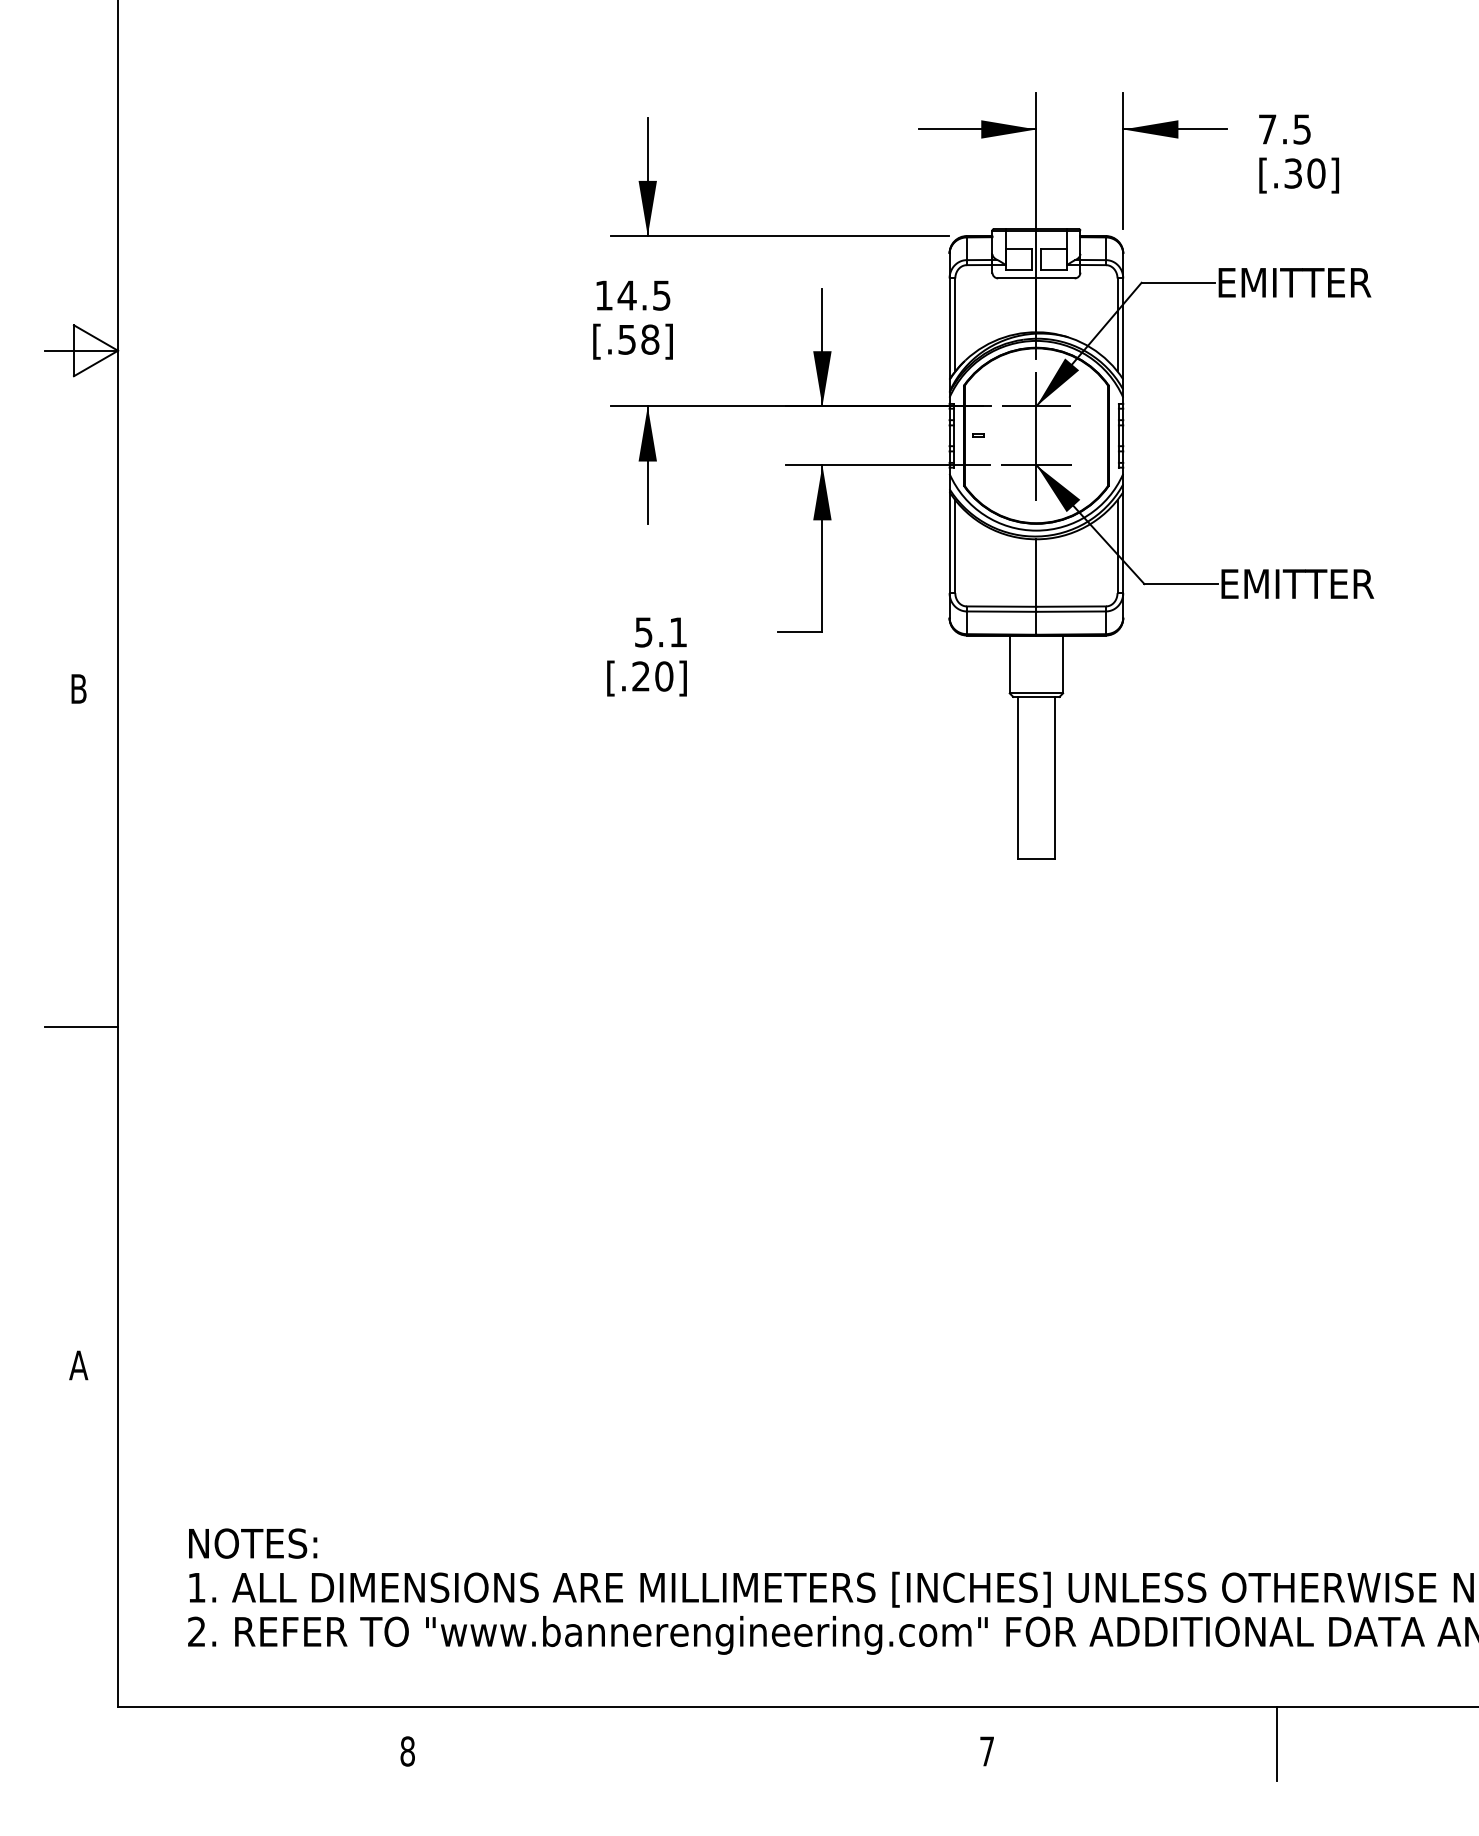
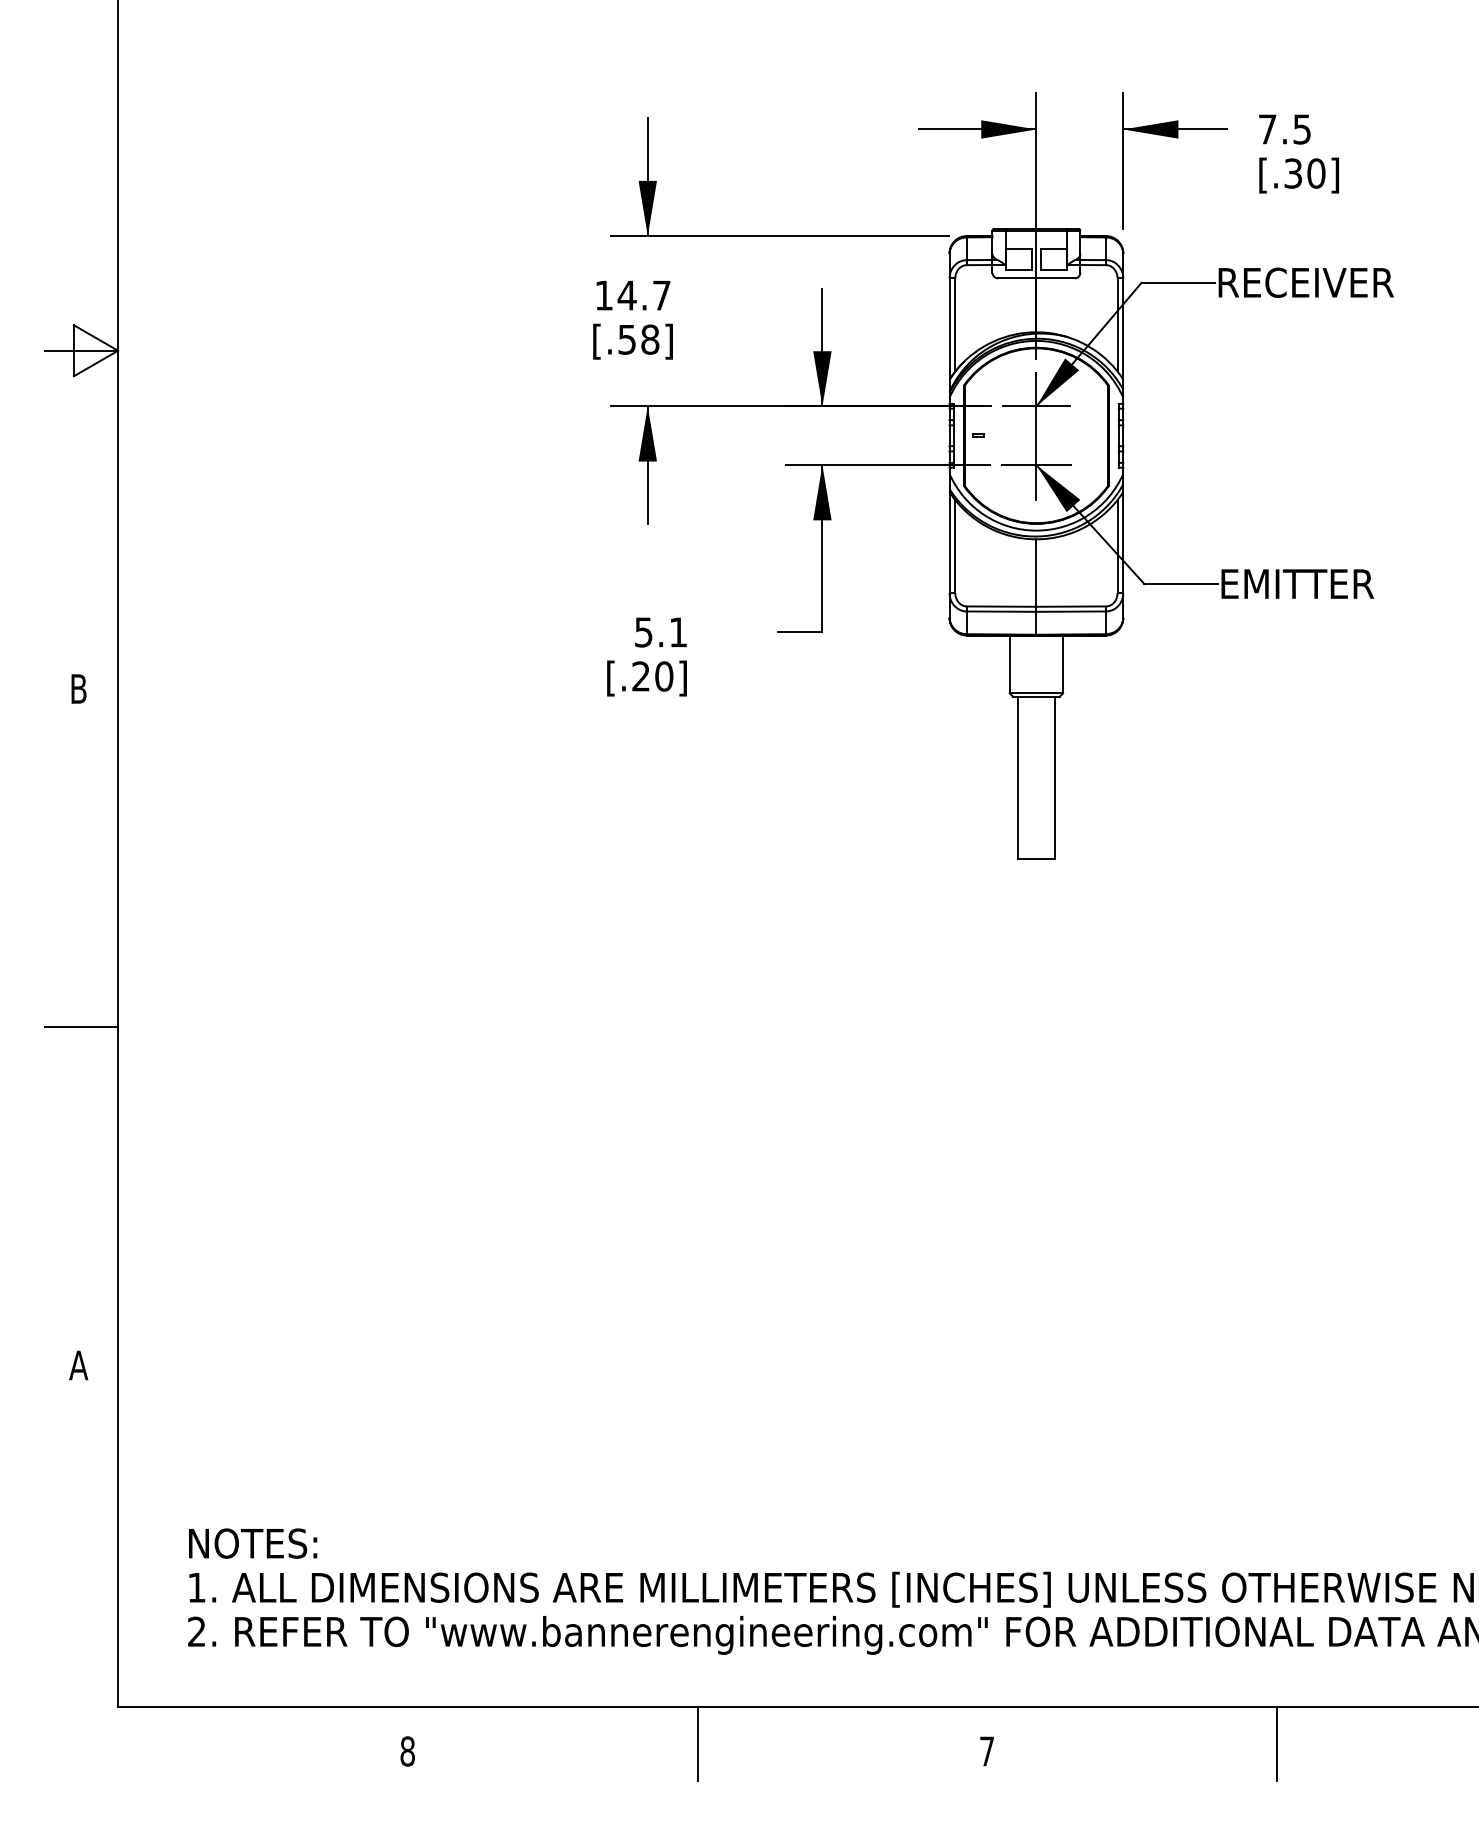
text at (1307, 282): EMITTER -> RECEIVER
text at (661, 295): 14.5 -> 14.7
line at (697, 1743): none -> present
